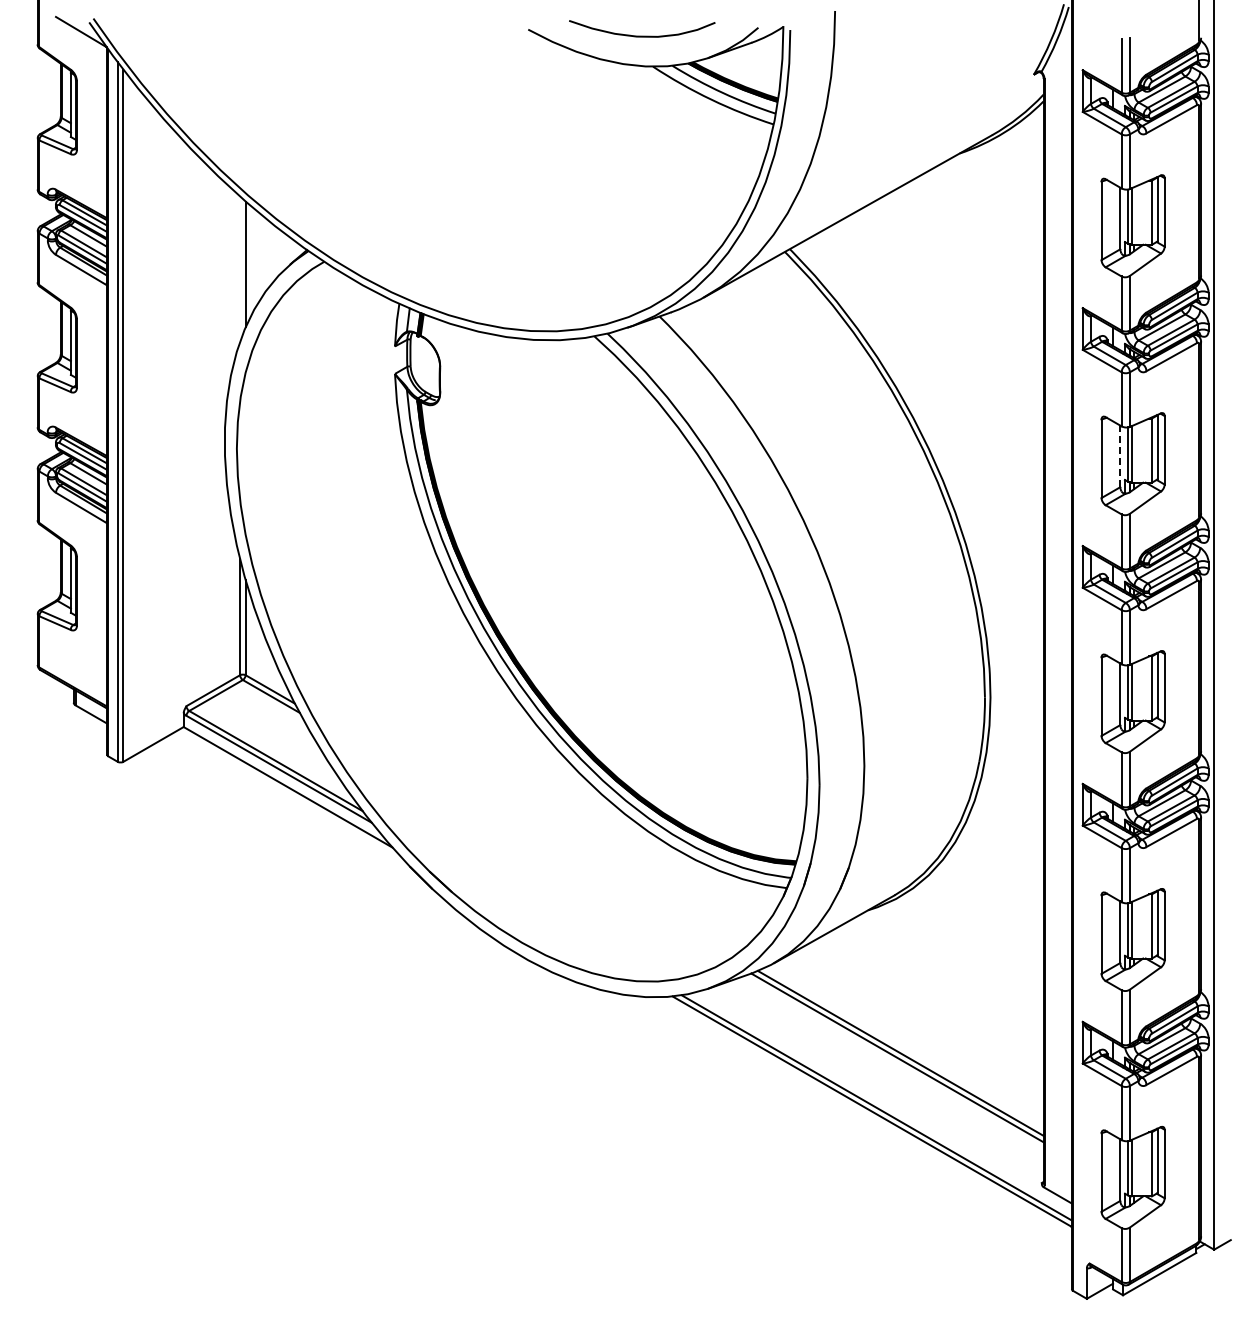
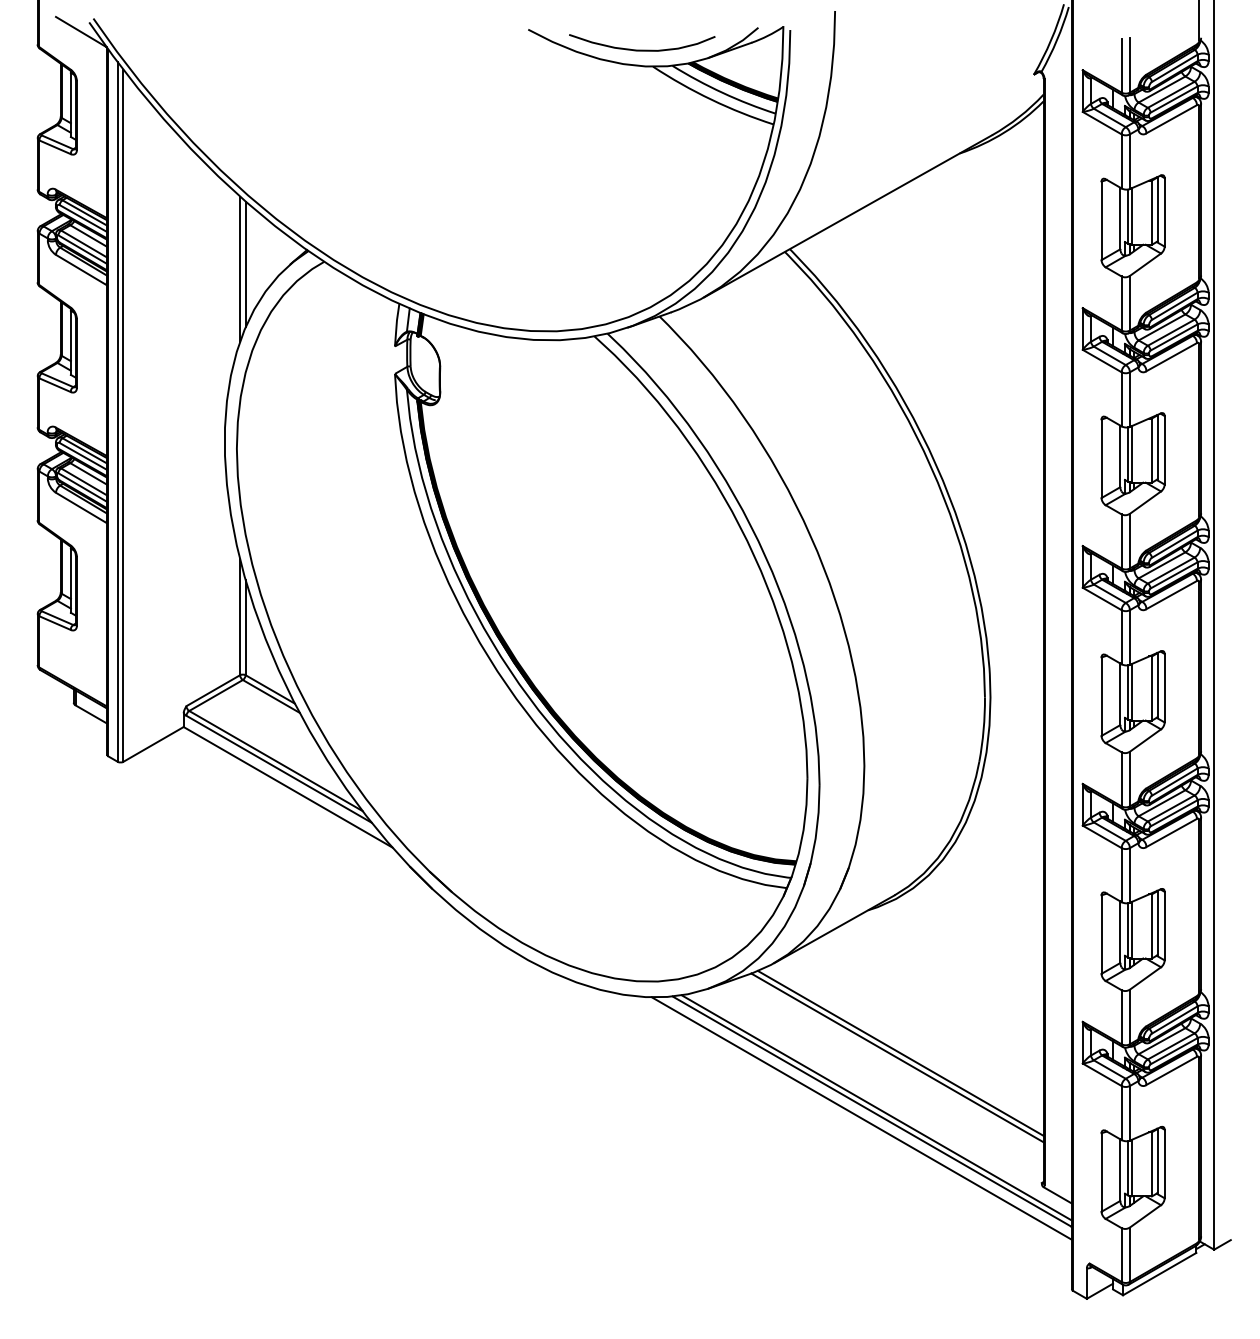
curve at (642, 35) position: (642, 35) -> (642, 49)
line at (240, 268): none -> present
line at (1120, 456): dashed -> solid
line at (861, 1118): none -> present
